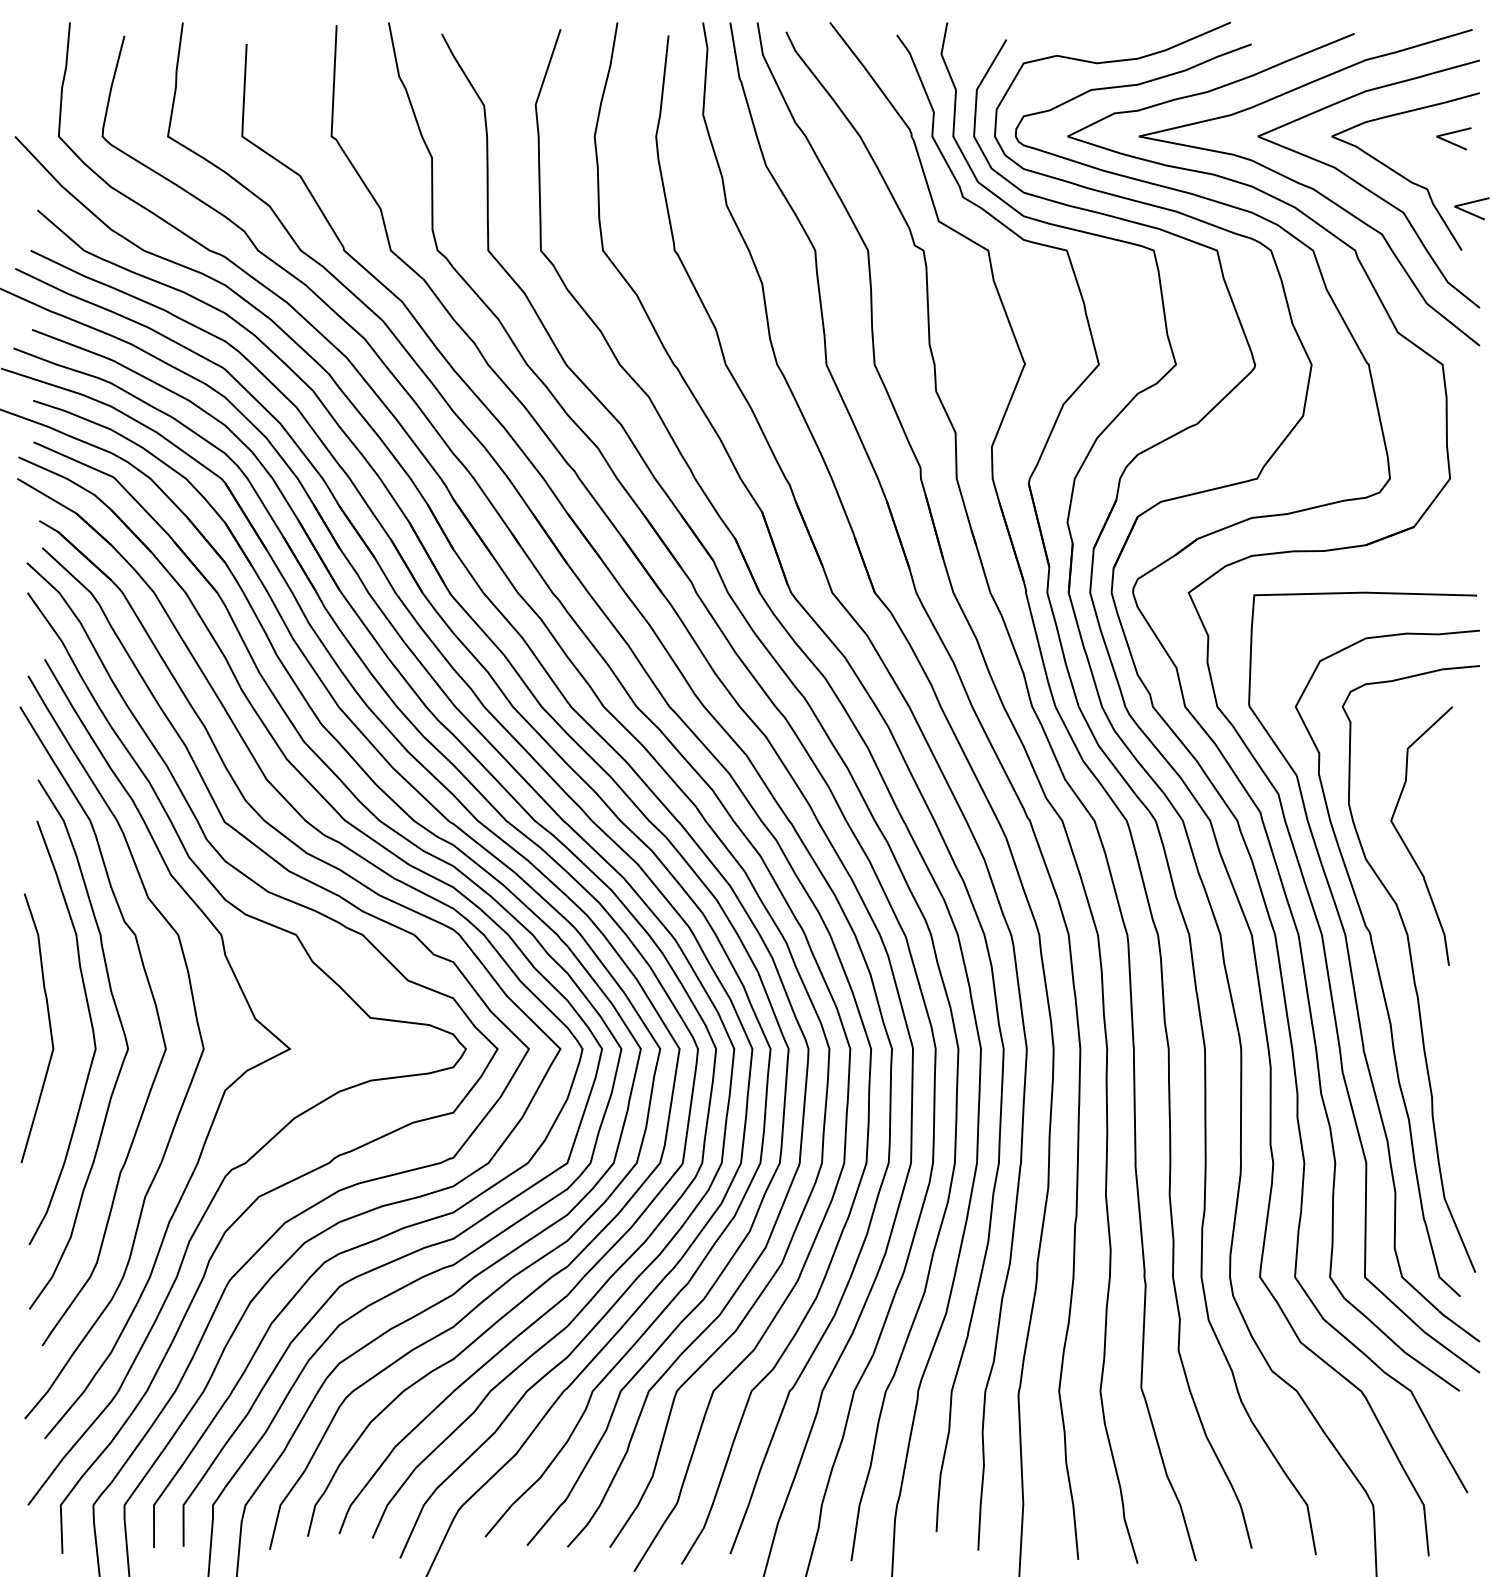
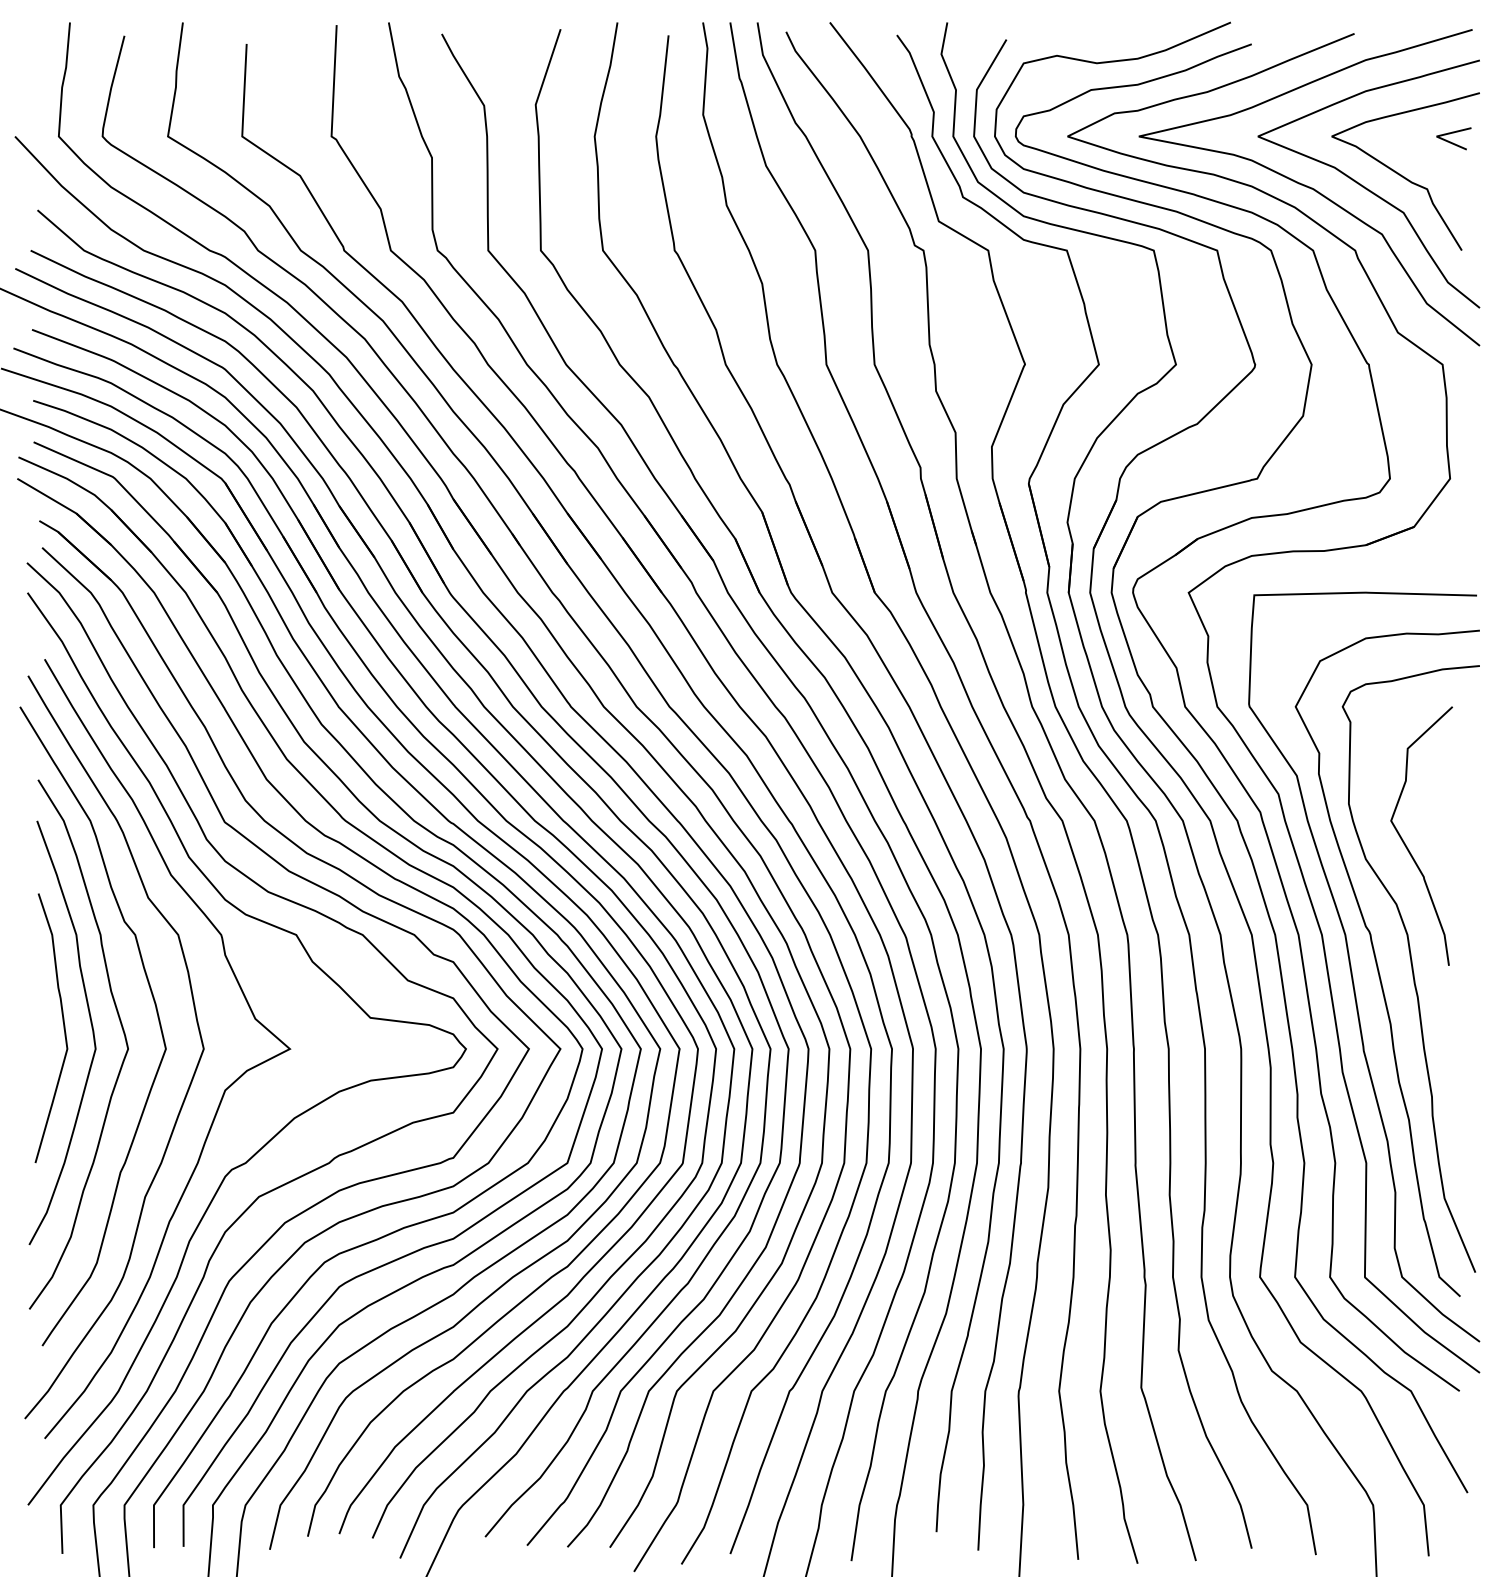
line at (1471, 212): present -> none
curve at (49, 1028) position: (49, 1028) -> (63, 1028)
